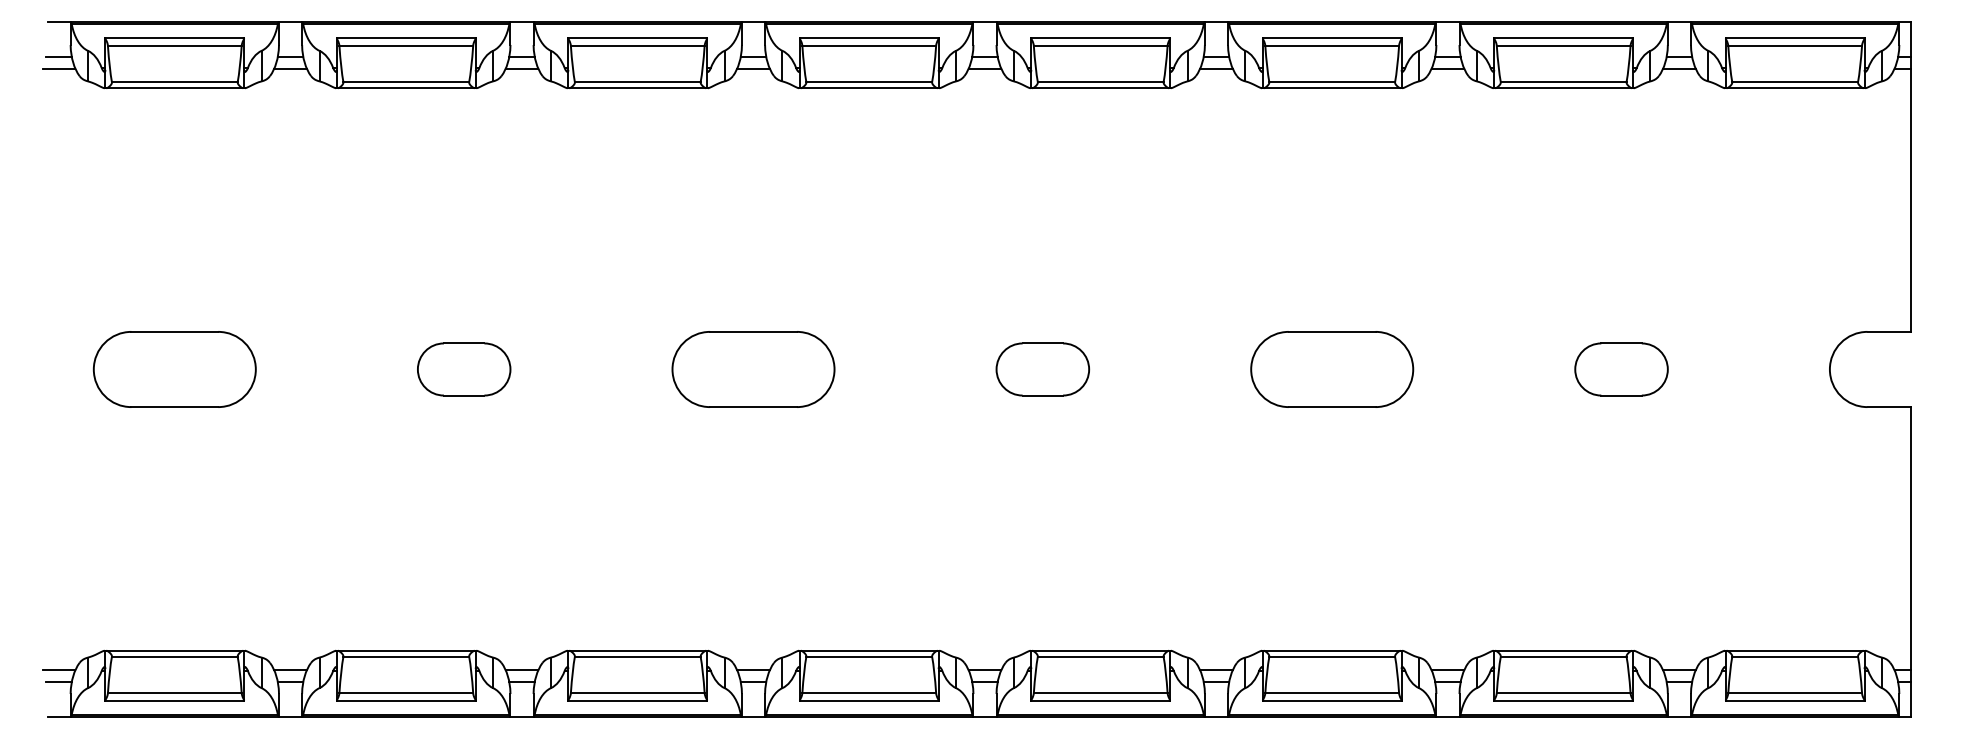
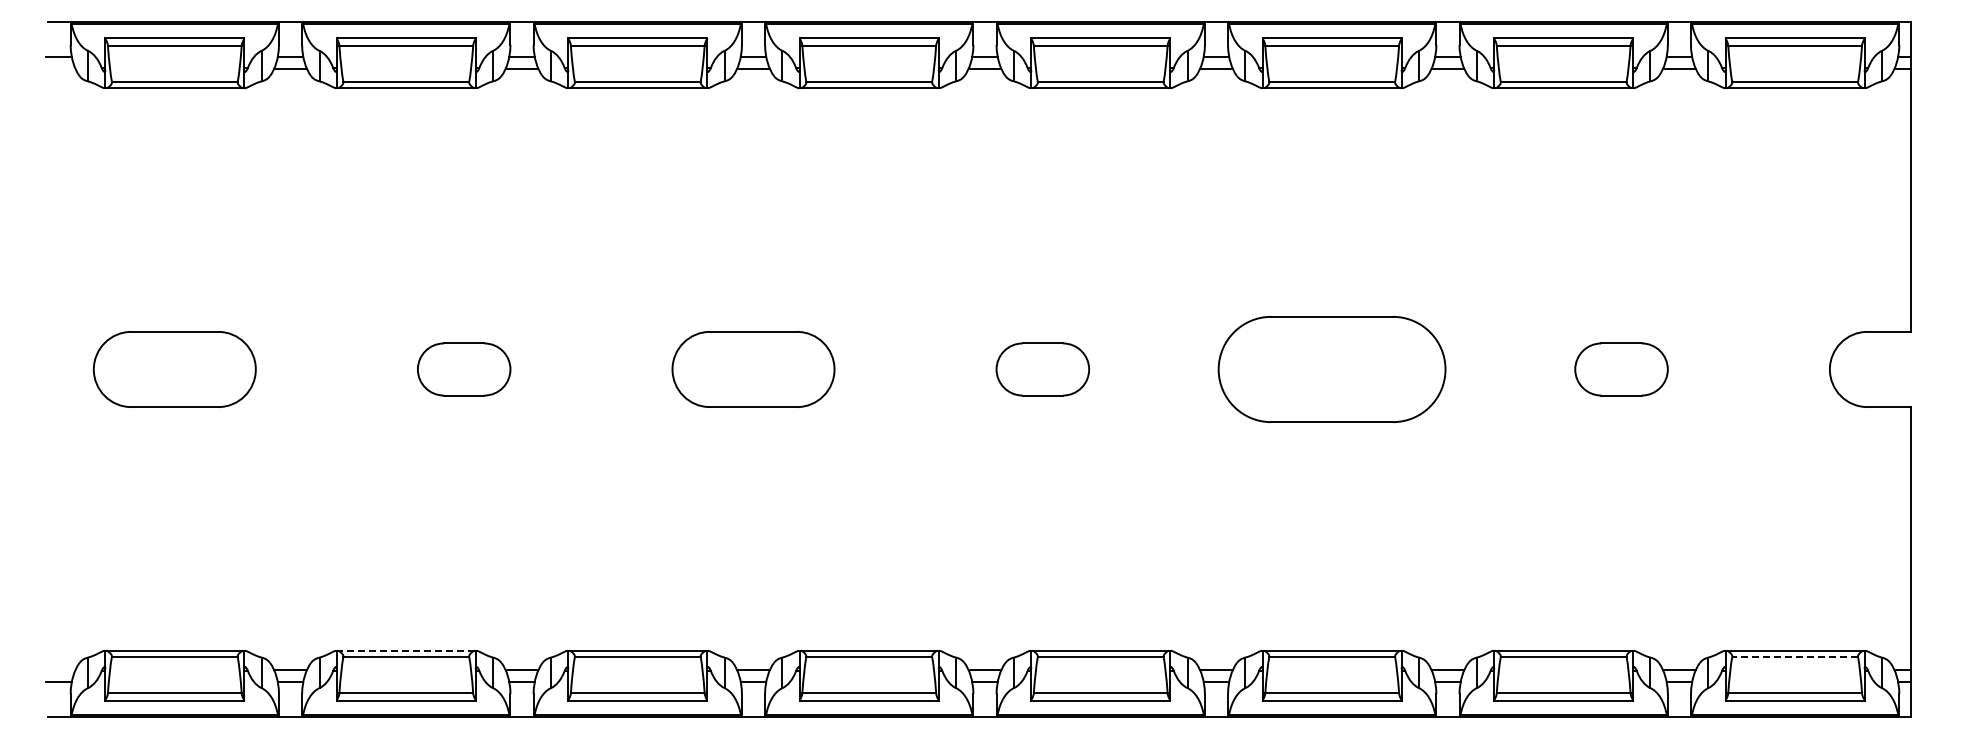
line at (58, 68): present -> none
part at (1332, 369) size: 165x77 px -> 230x107 px
line at (405, 650): solid -> dashed
line at (1795, 657): solid -> dashed
line at (58, 670): present -> none
